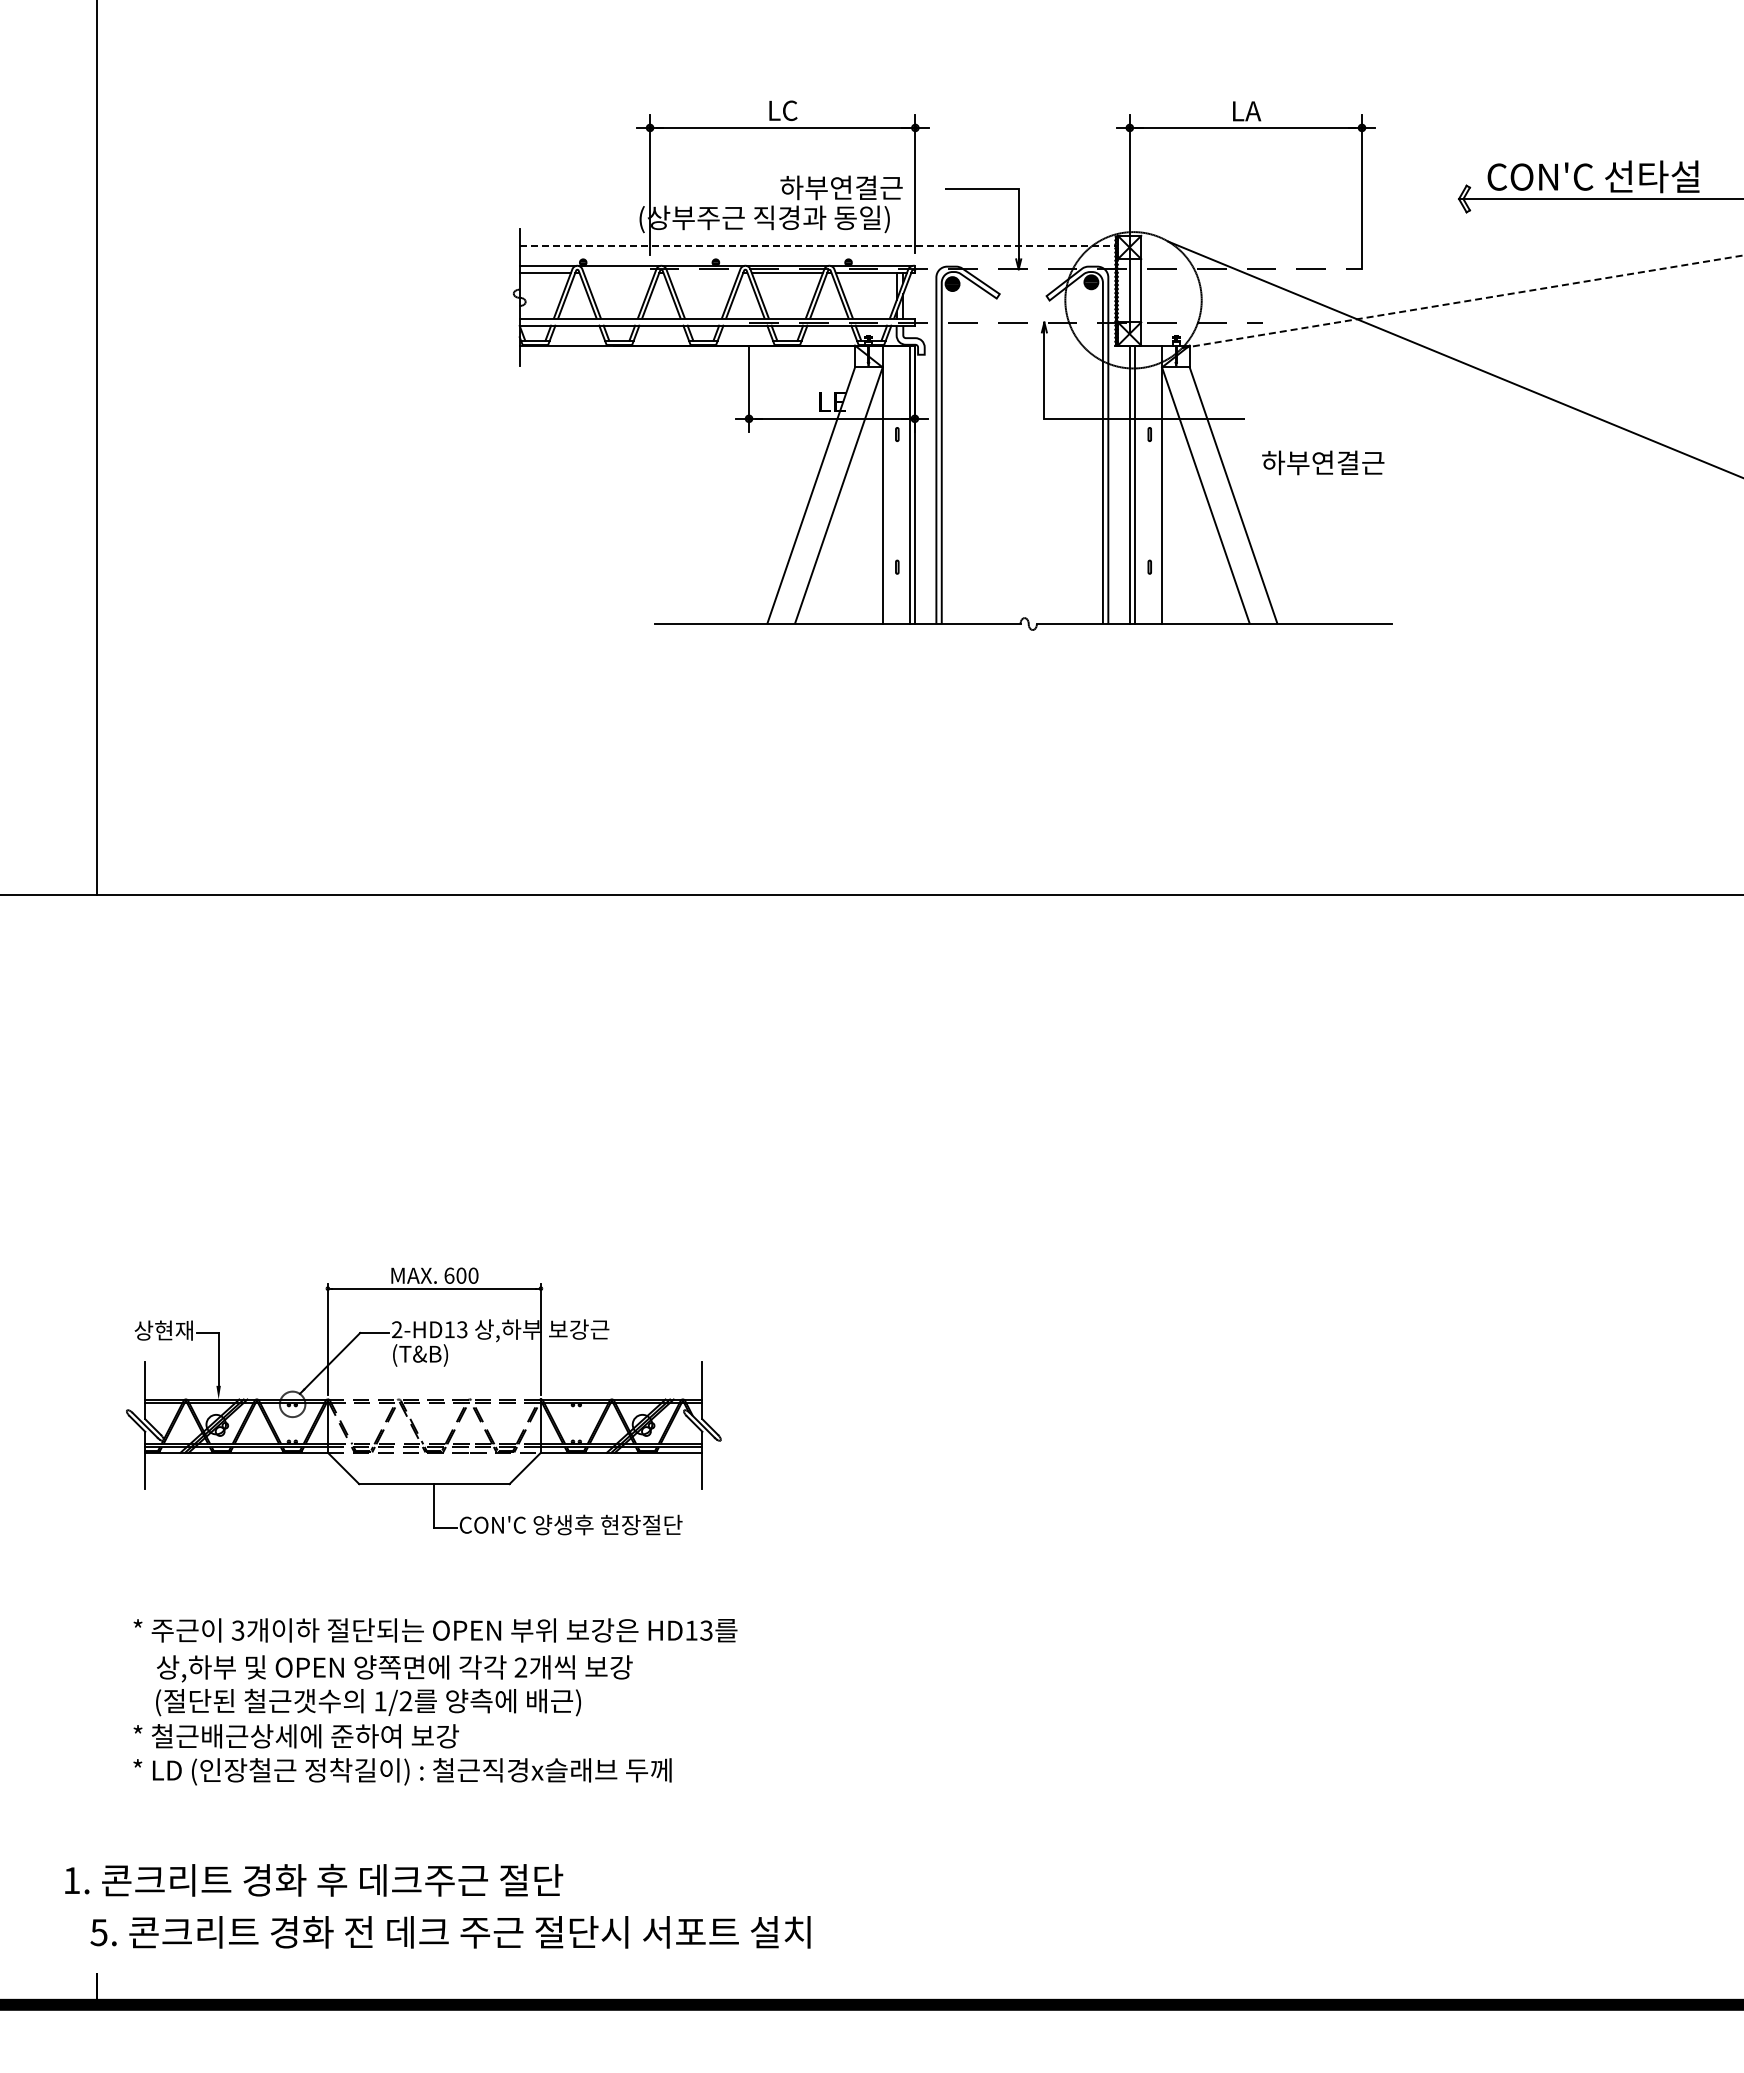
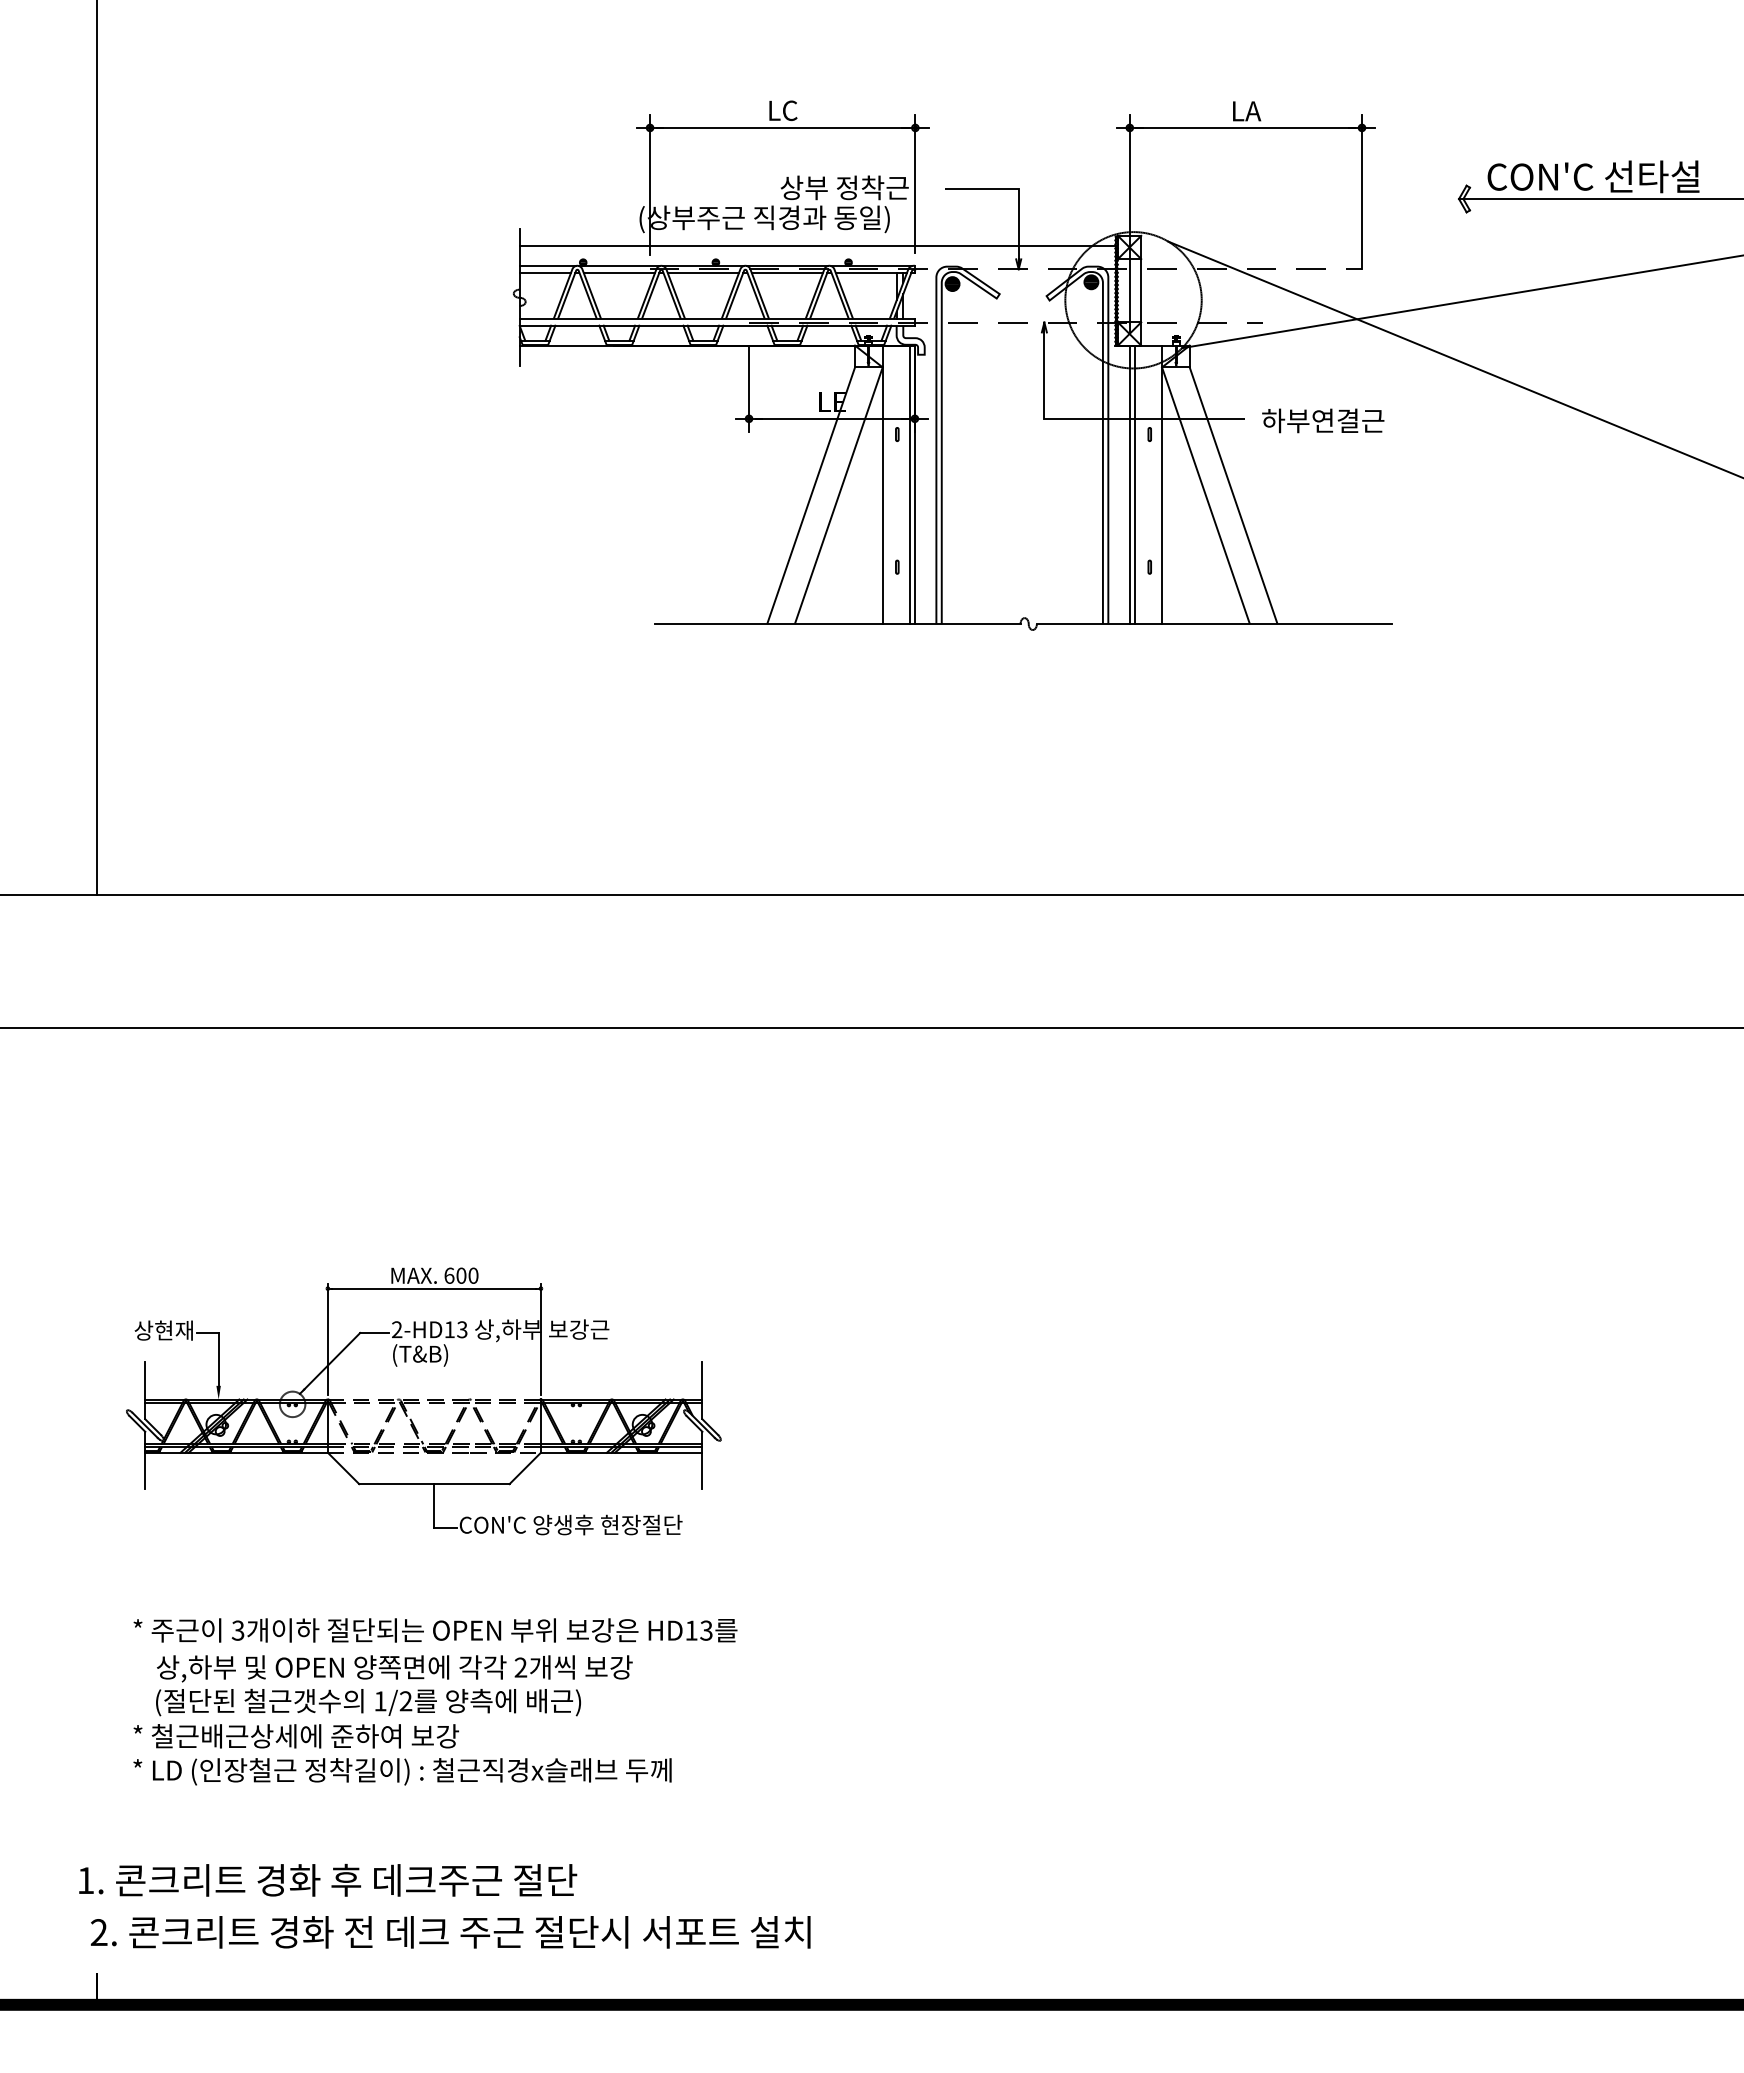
text at (844, 187): 하부연결근 -> 상부 정착근
line at (818, 246): dashed -> solid
line at (619, 272): none -> present
line at (703, 272): none -> present
line at (1463, 301): dashed -> solid
text at (1323, 462) position: (1323, 462) -> (1323, 420)
line at (871, 1027): none -> present
text at (314, 1880) position: (314, 1880) -> (328, 1880)
text at (98, 1932): 5. -> 2.
